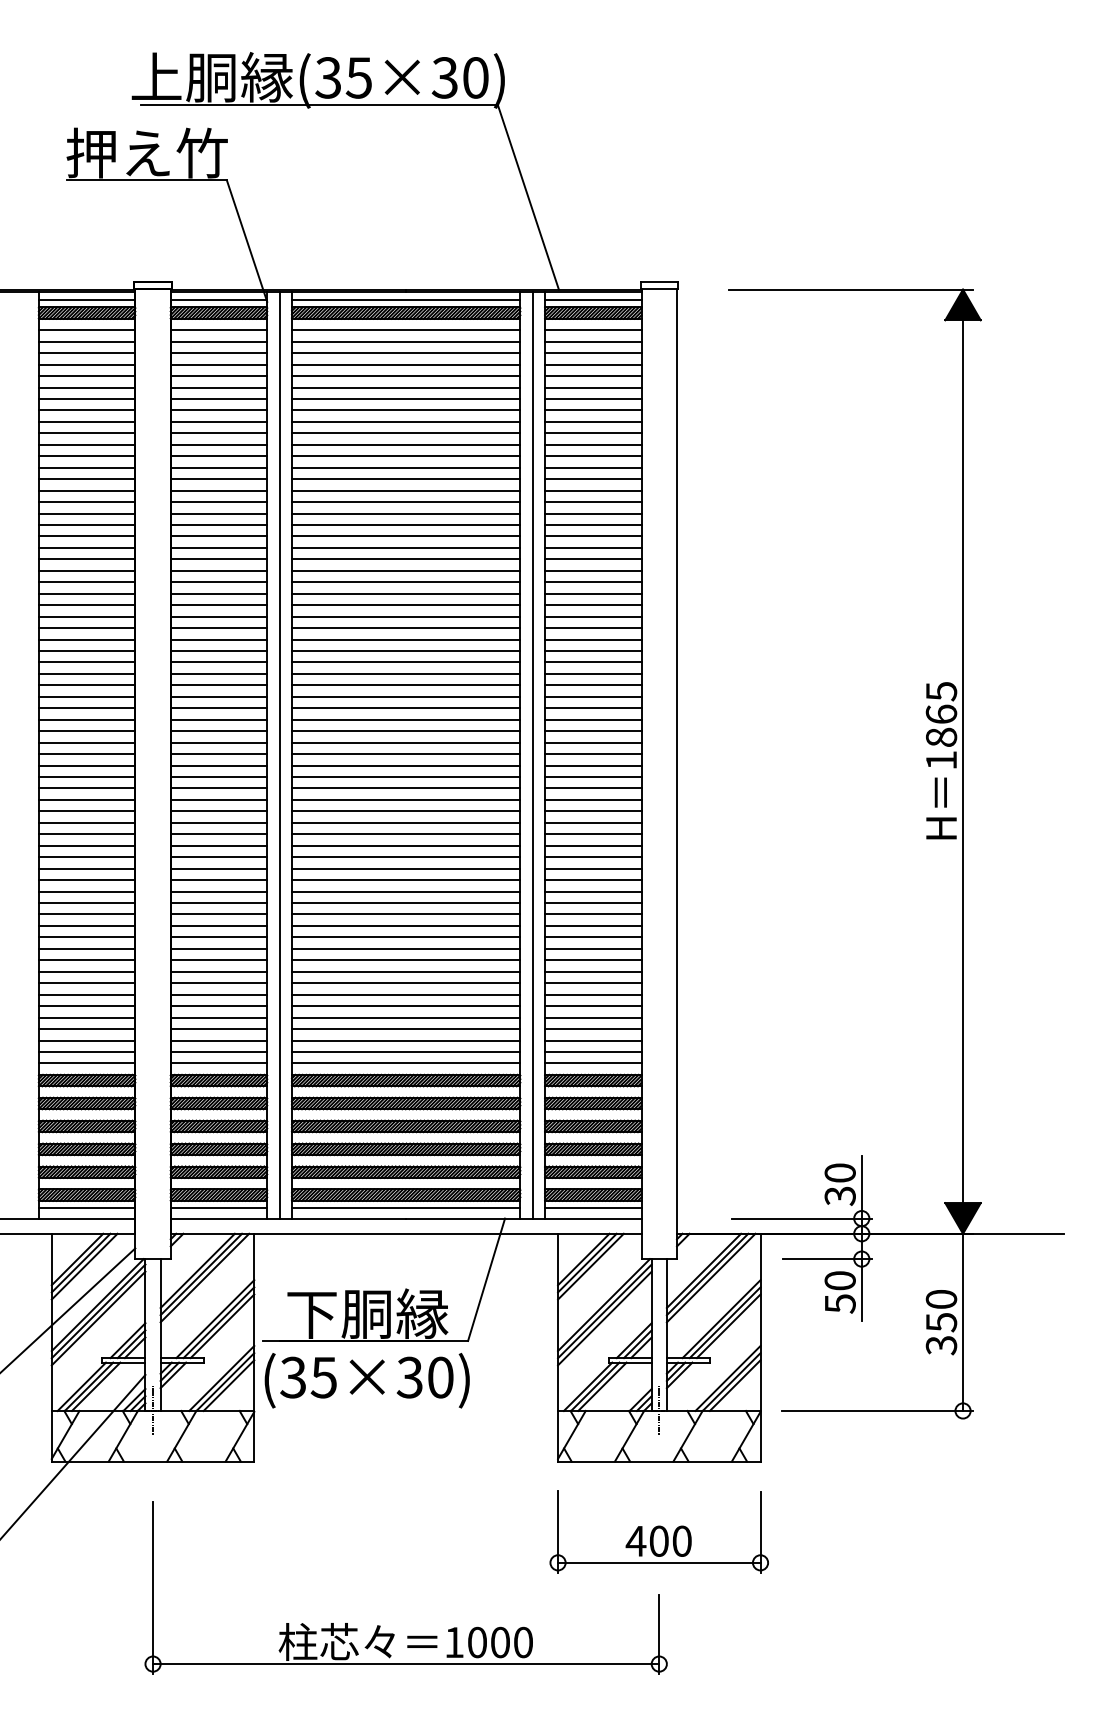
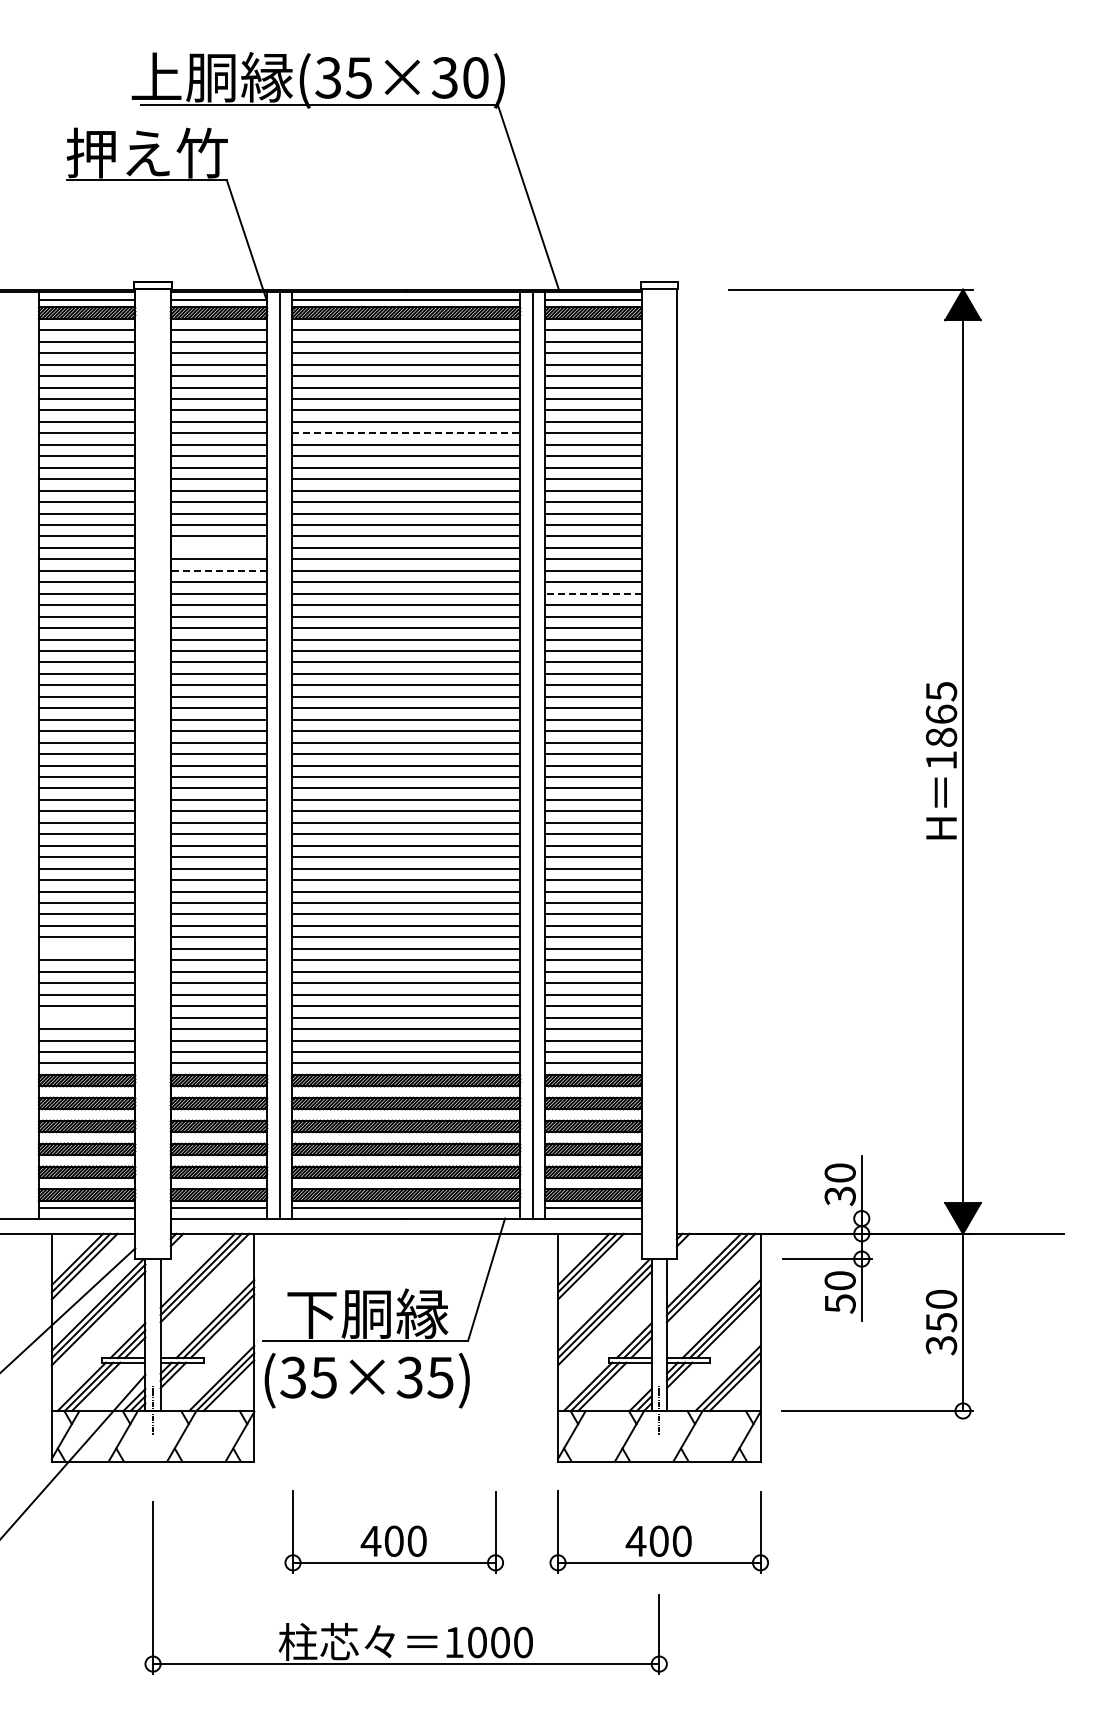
line at (406, 433): solid -> dashed
line at (218, 547): present -> none
line at (218, 570): solid -> dashed
line at (592, 593): solid -> dashed
line at (86, 948): present -> none
line at (86, 1017): present -> none
line at (801, 1218): present -> none
text at (440, 1377): (35×30) -> (35×35)
part at (393, 1531): none -> present
